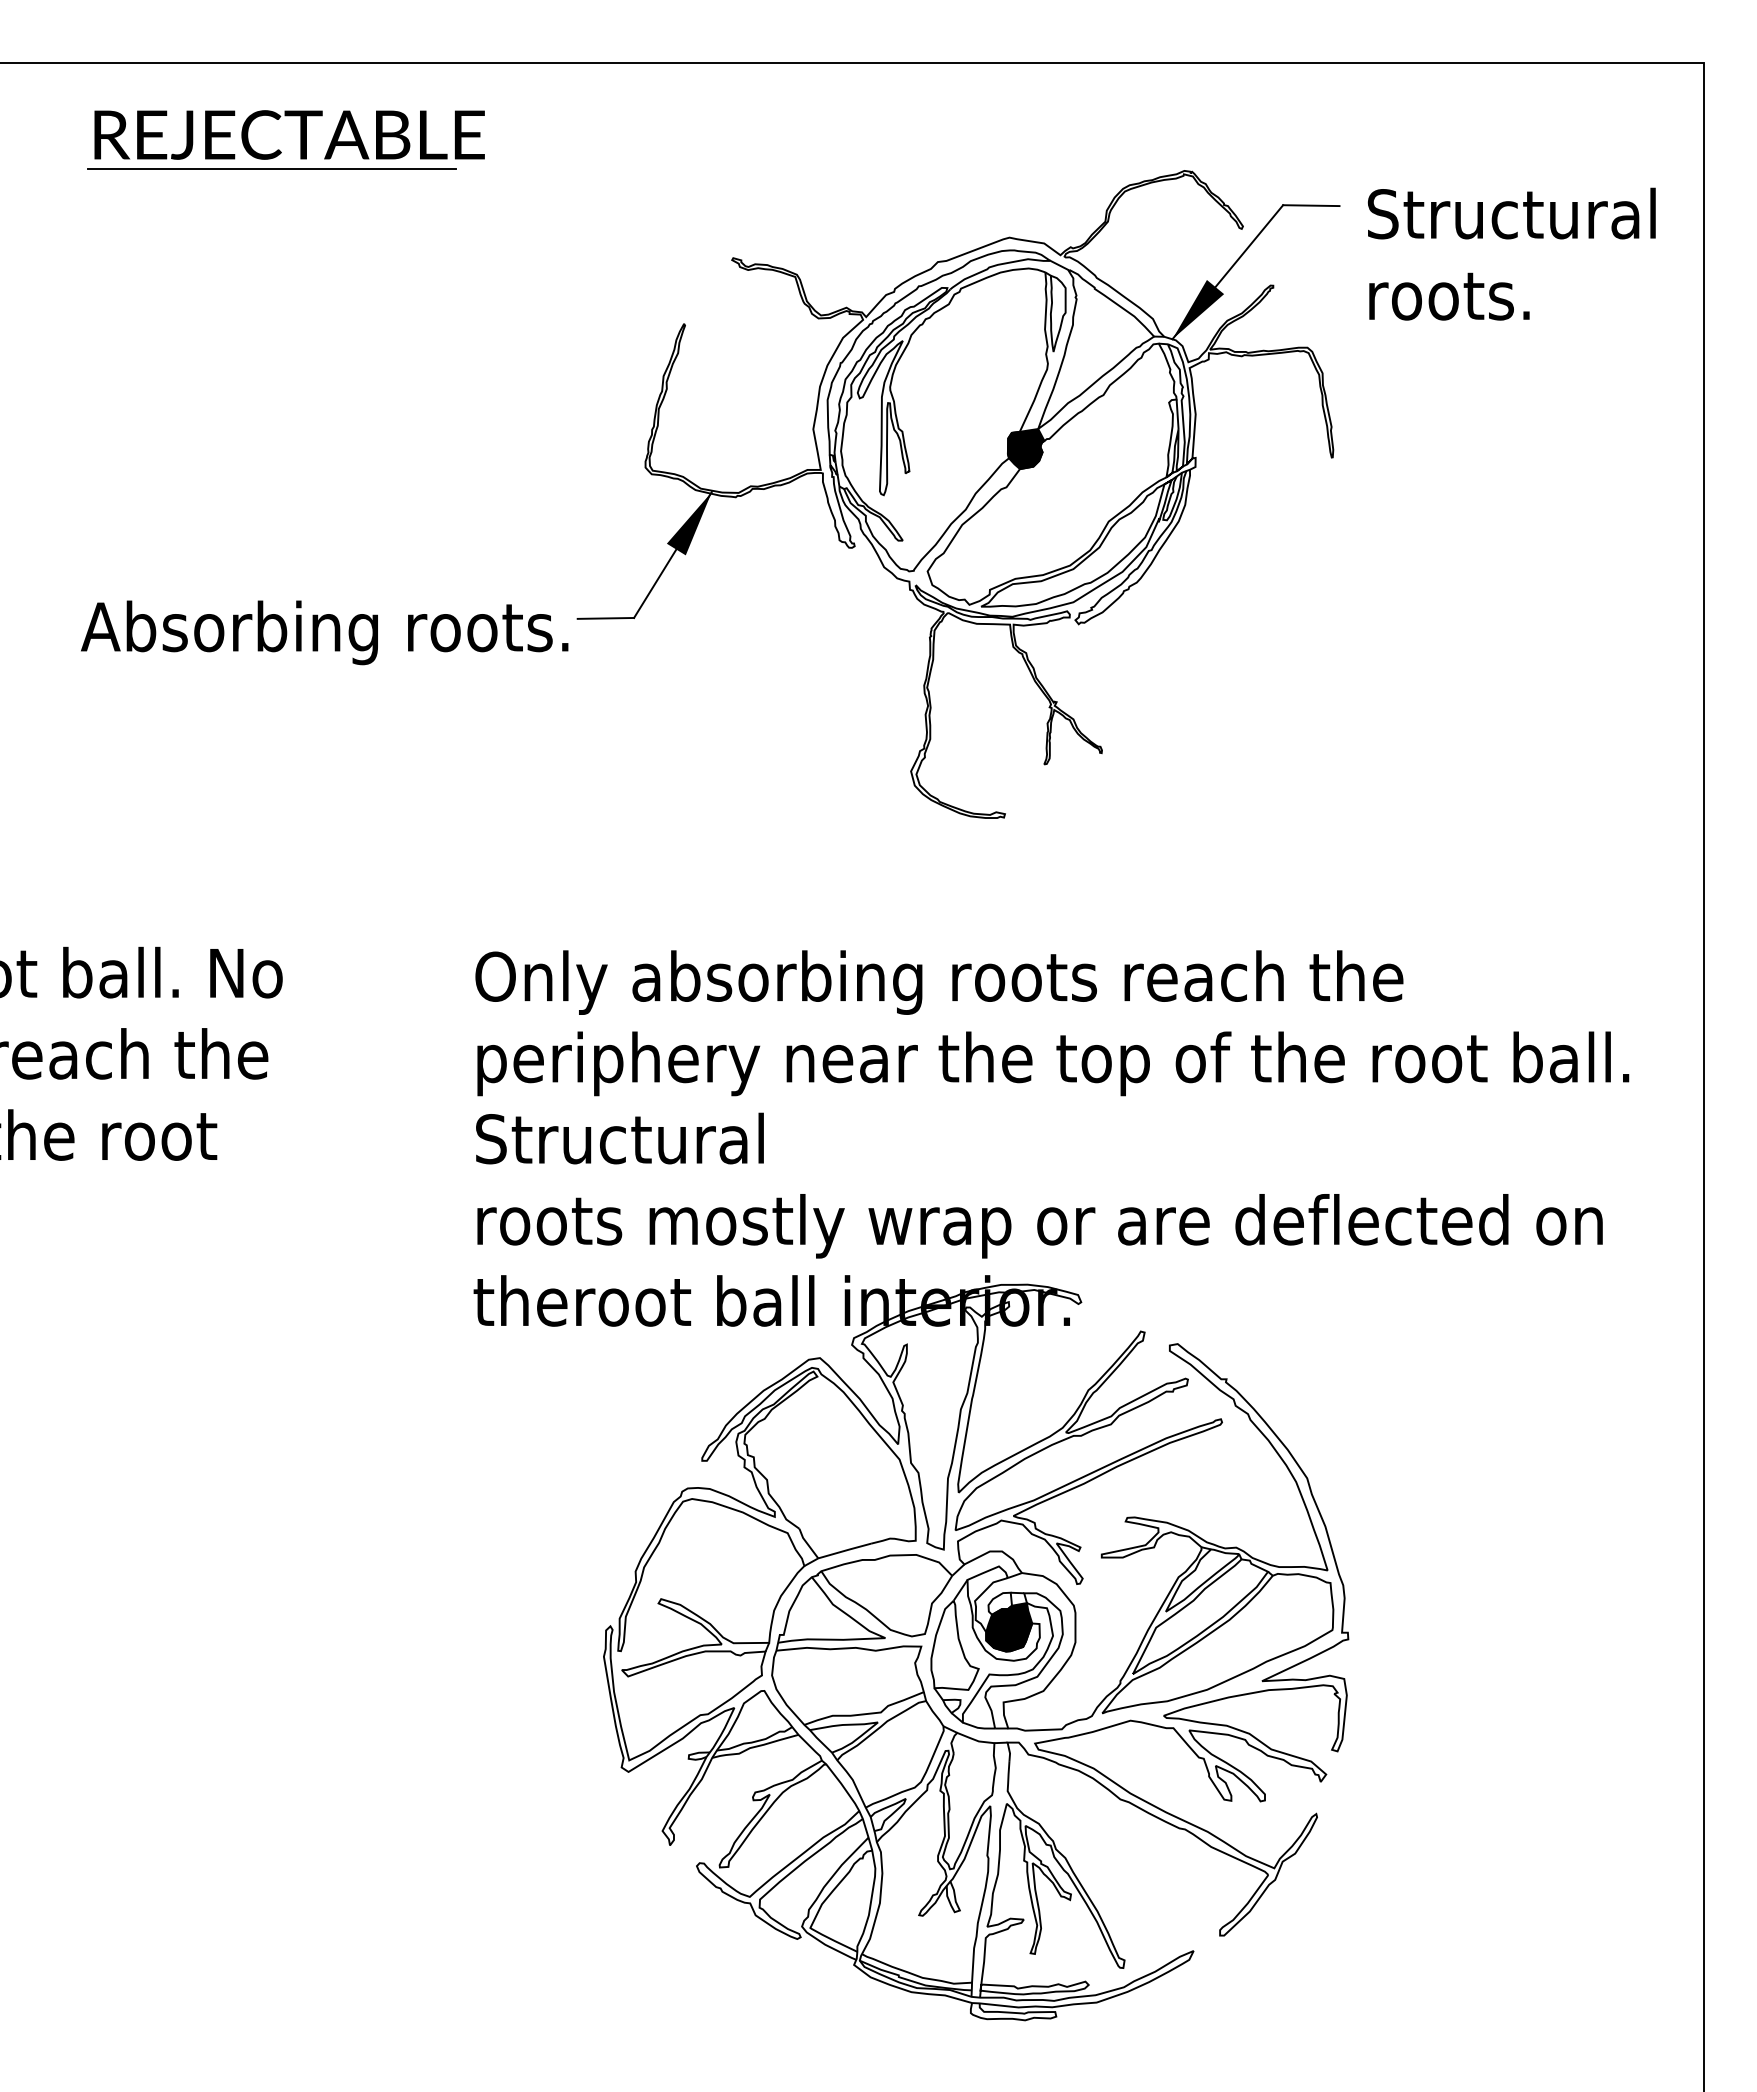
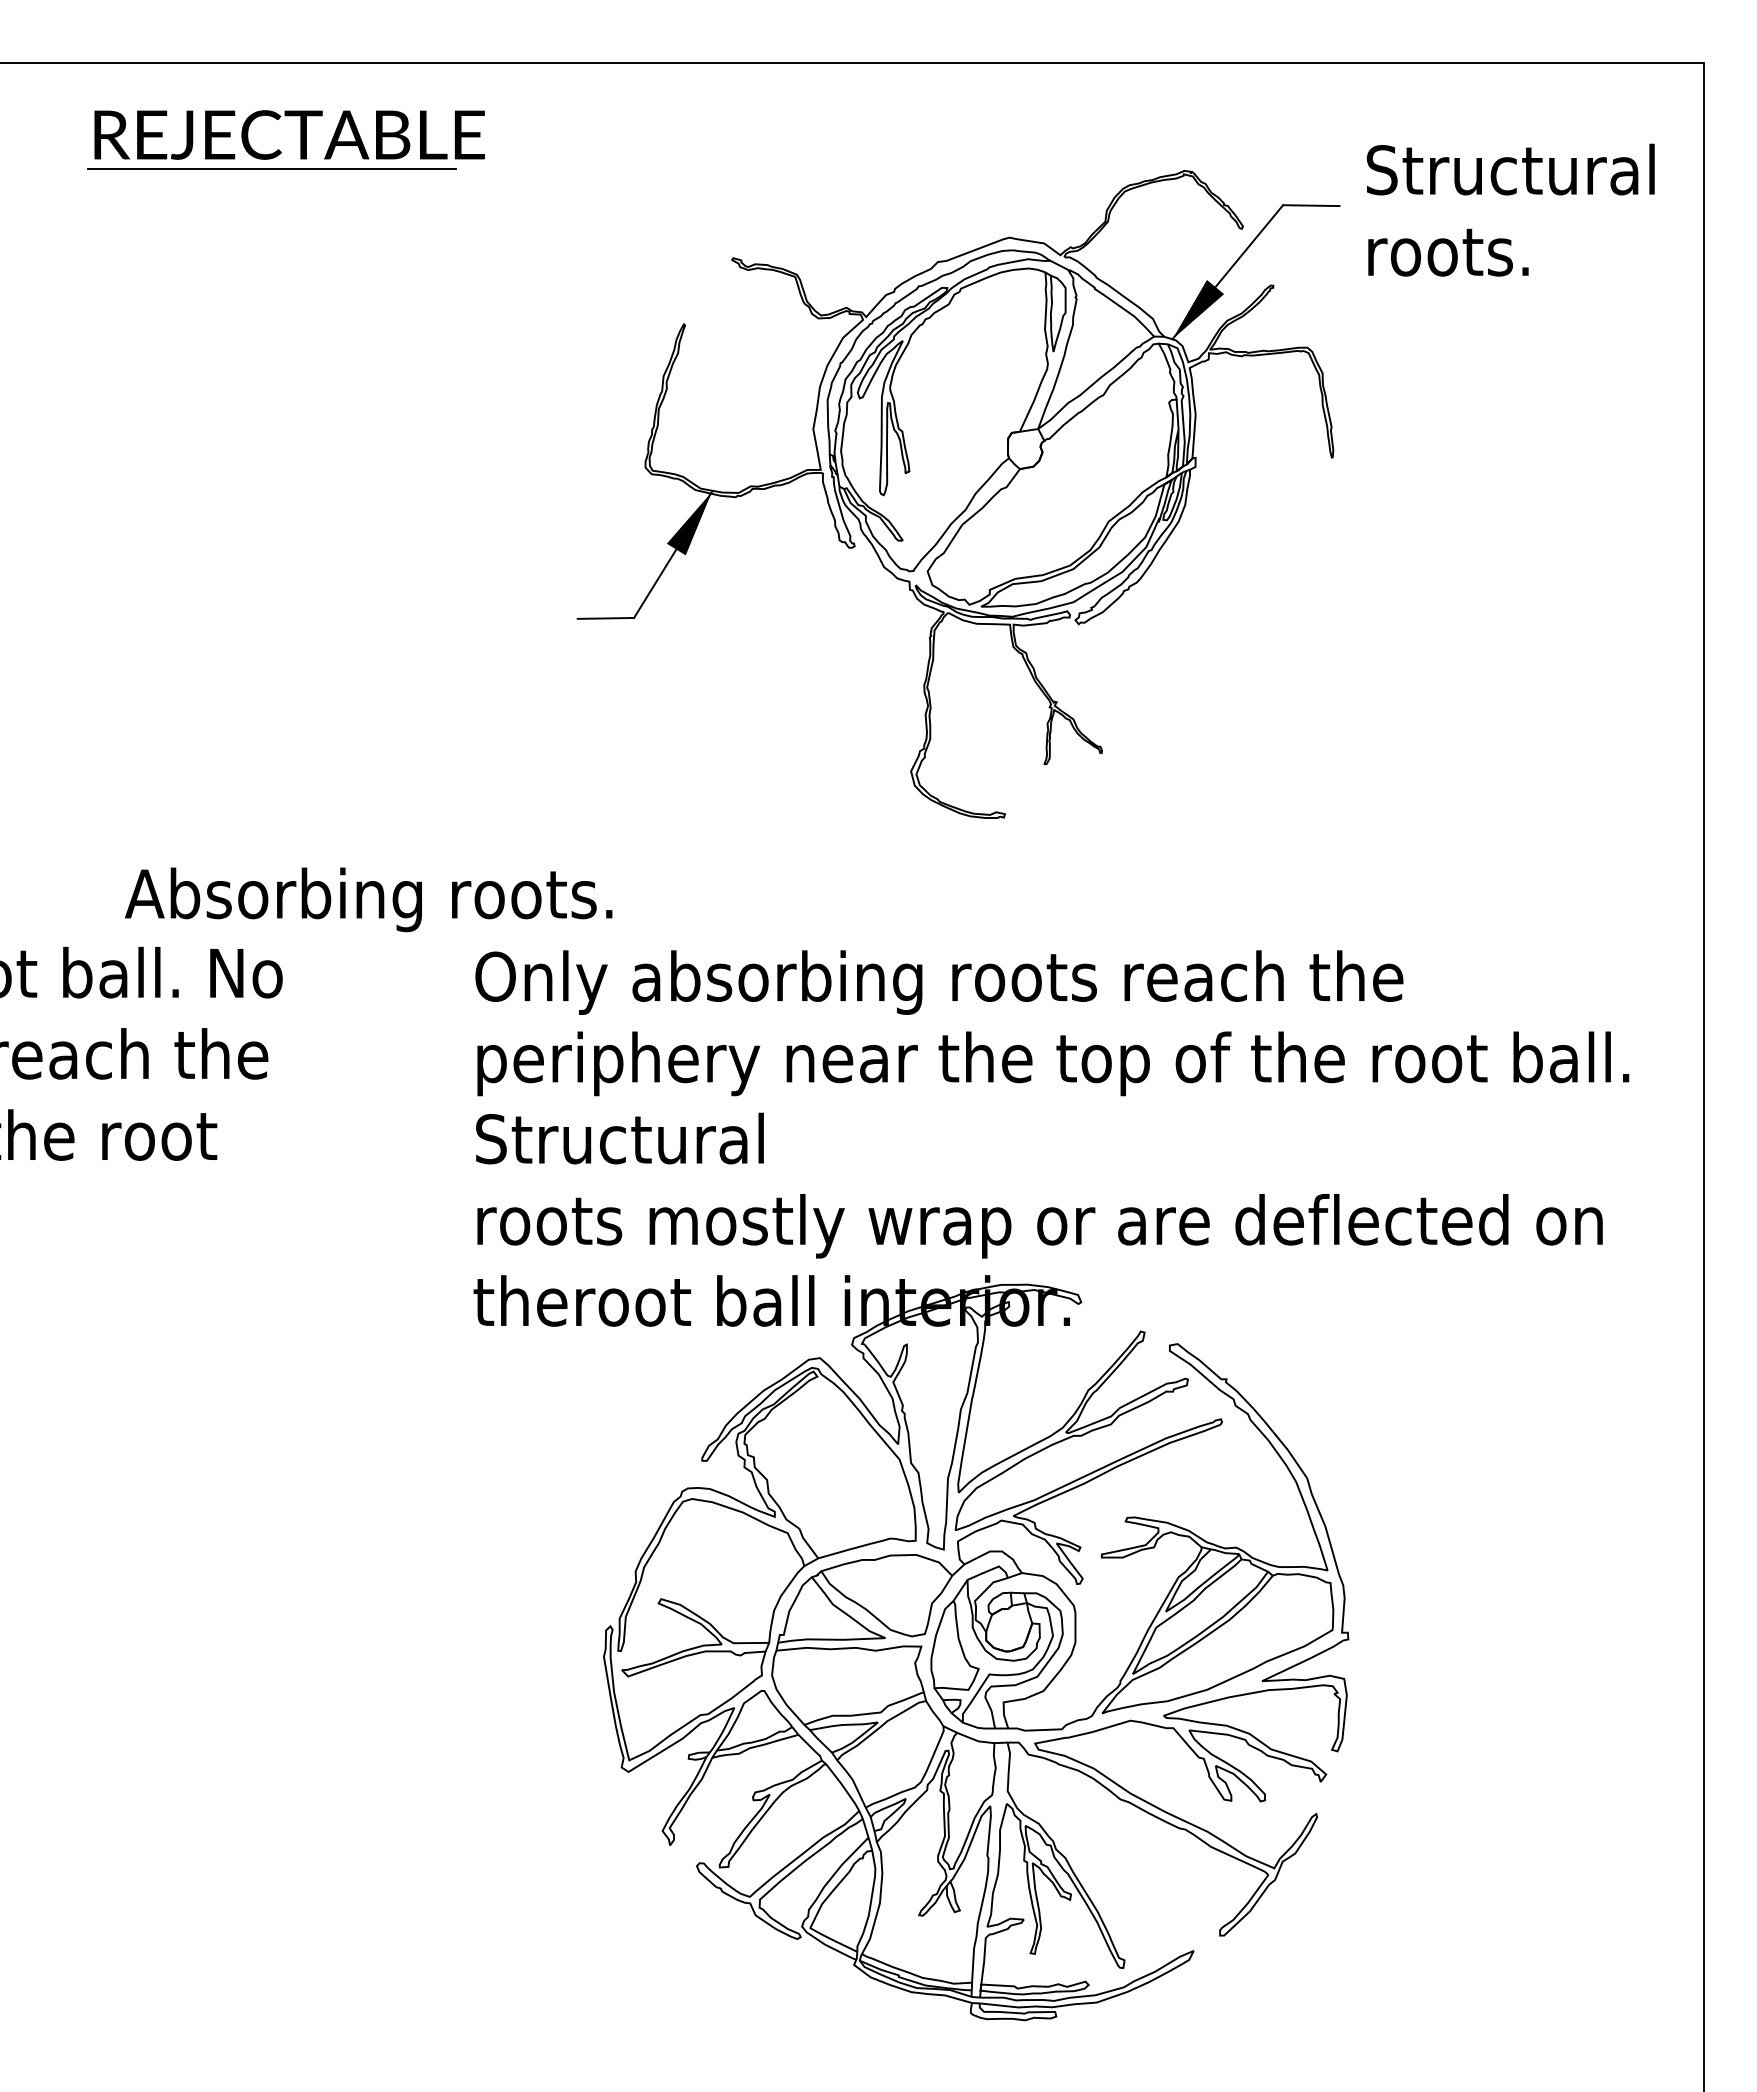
text at (1511, 253) position: (1511, 253) -> (1510, 209)
fill at (1025, 449): present -> none
text at (324, 632) position: (324, 632) -> (368, 899)
fill at (1009, 1627): present -> none
